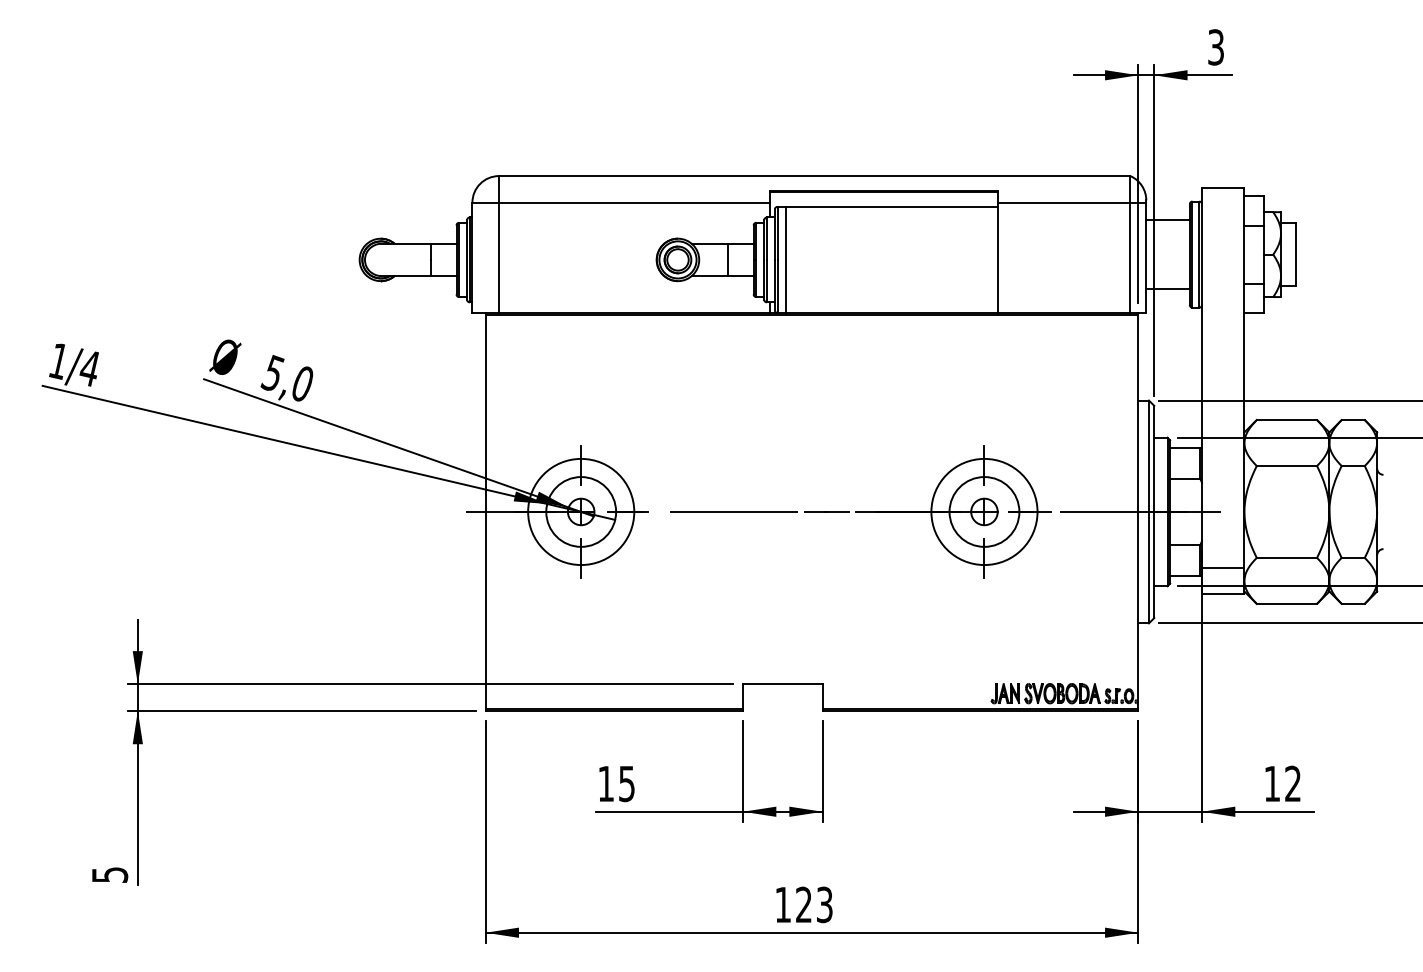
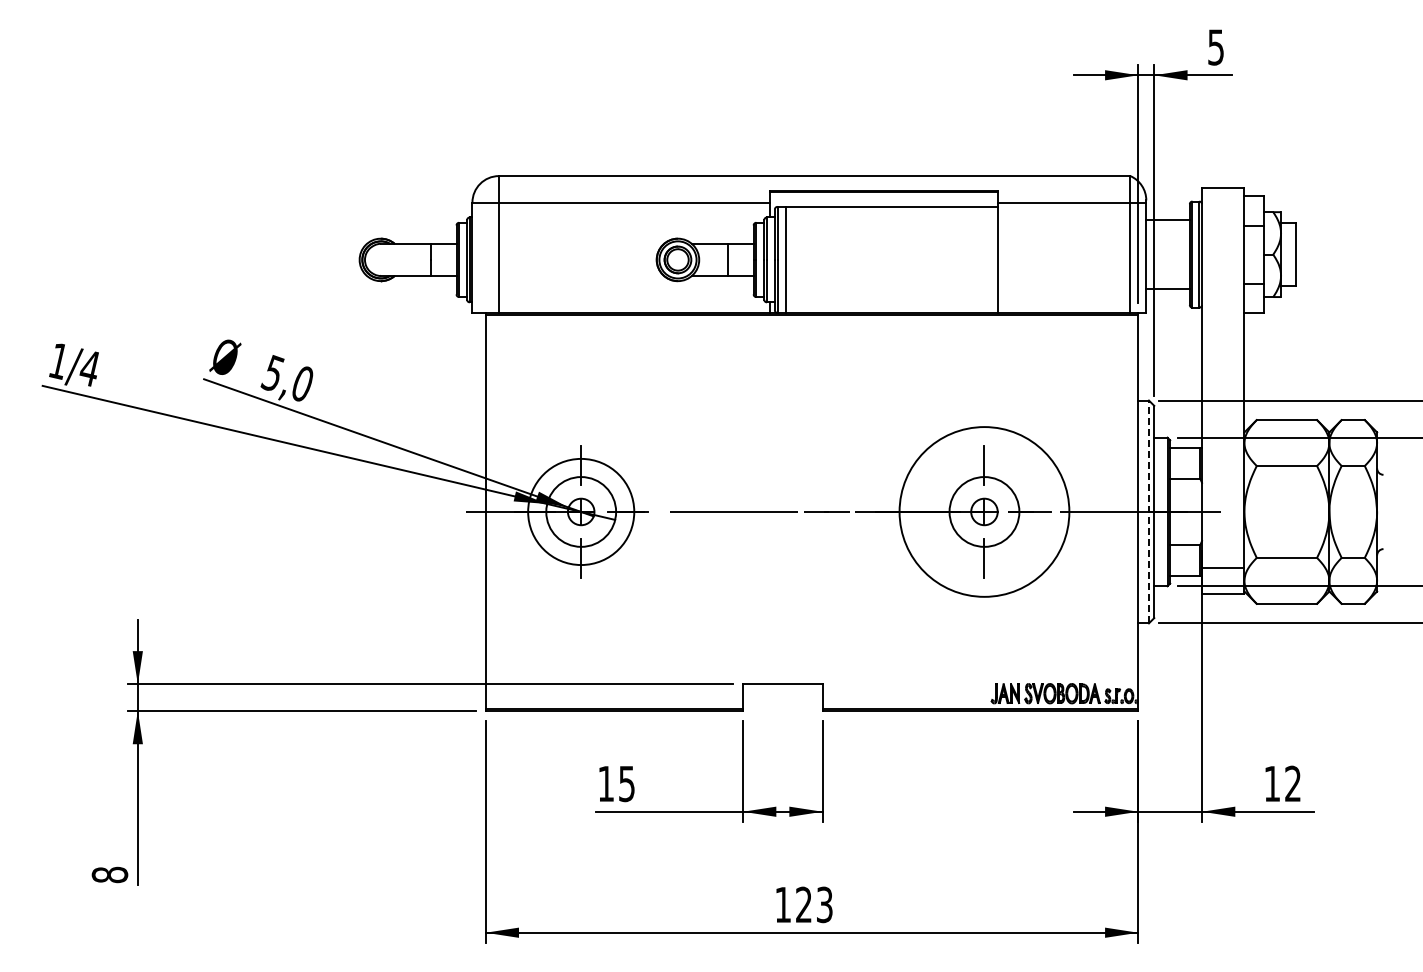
text at (1215, 47): 3 -> 5
circle at (984, 511) diameter: 106 px -> 170 px
line at (1148, 511): solid -> dashed
text at (109, 874): 5 -> 8
